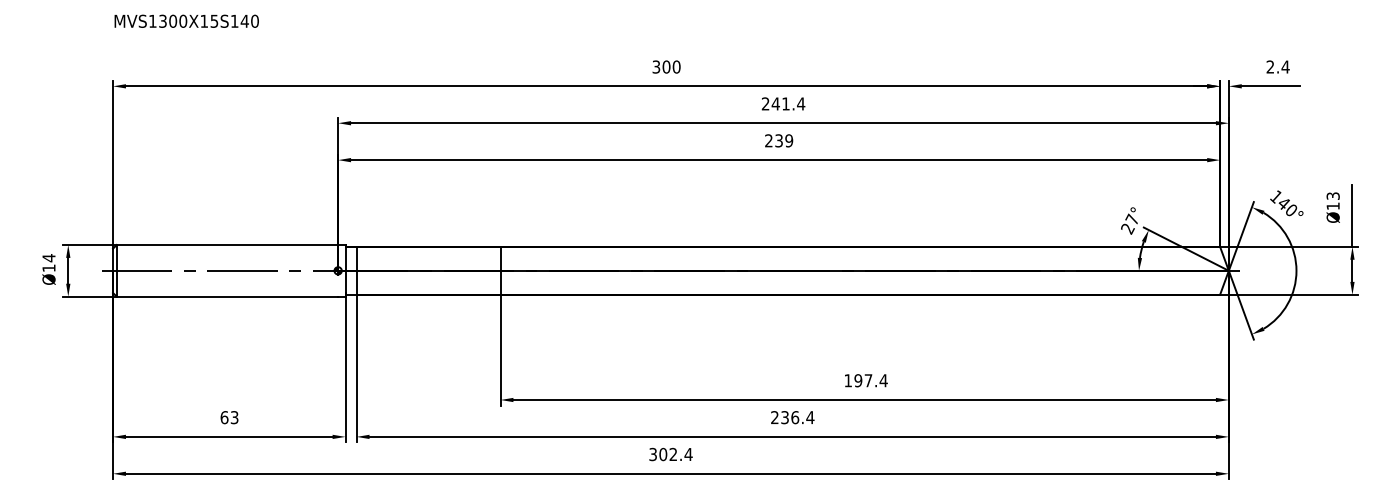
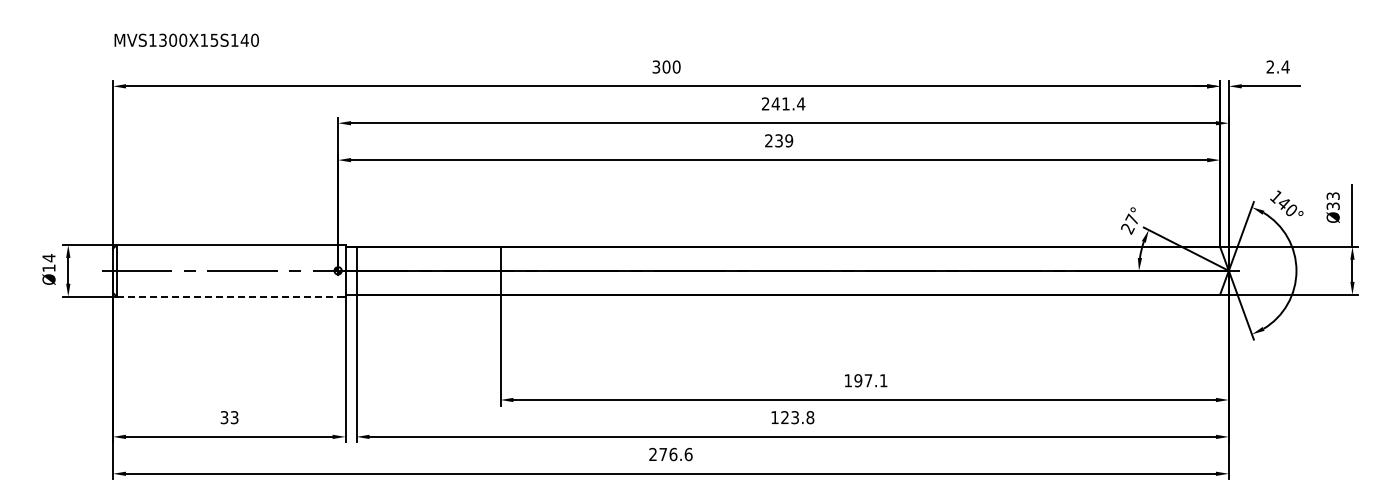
text at (186, 20) position: (186, 20) -> (186, 39)
text at (1332, 206): Ø13 -> Ø33
line at (227, 296): solid -> dashed
text at (883, 380): 197.4 -> 197.1
text at (224, 417): 63 -> 33
text at (792, 417): 236.4 -> 123.8
text at (670, 454): 302.4 -> 276.6
